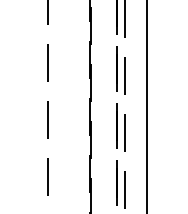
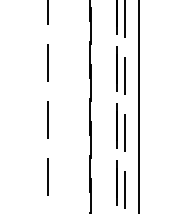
line at (147, 106) position: (147, 106) -> (139, 106)
